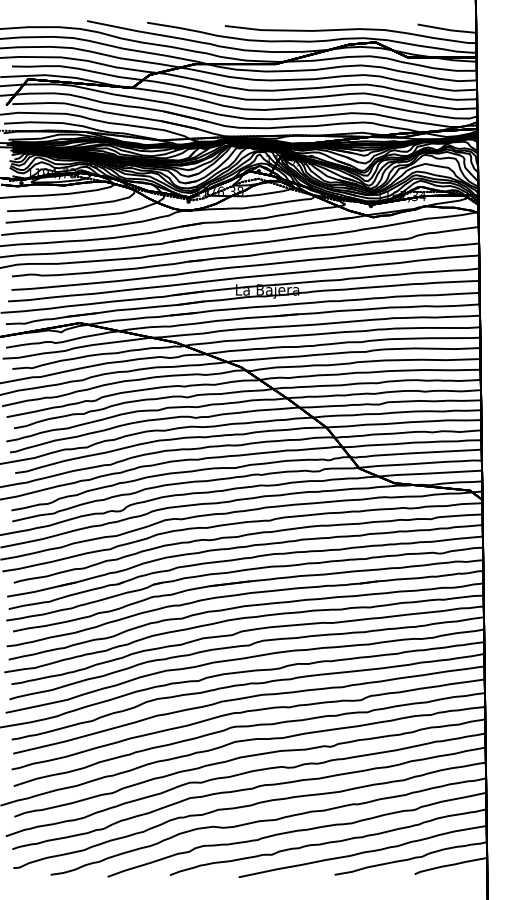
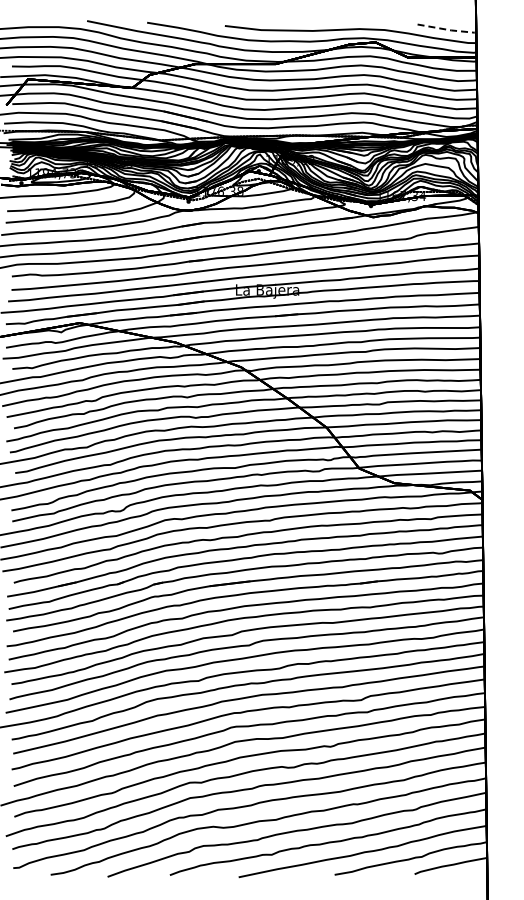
line at (448, 29): solid -> dashed
